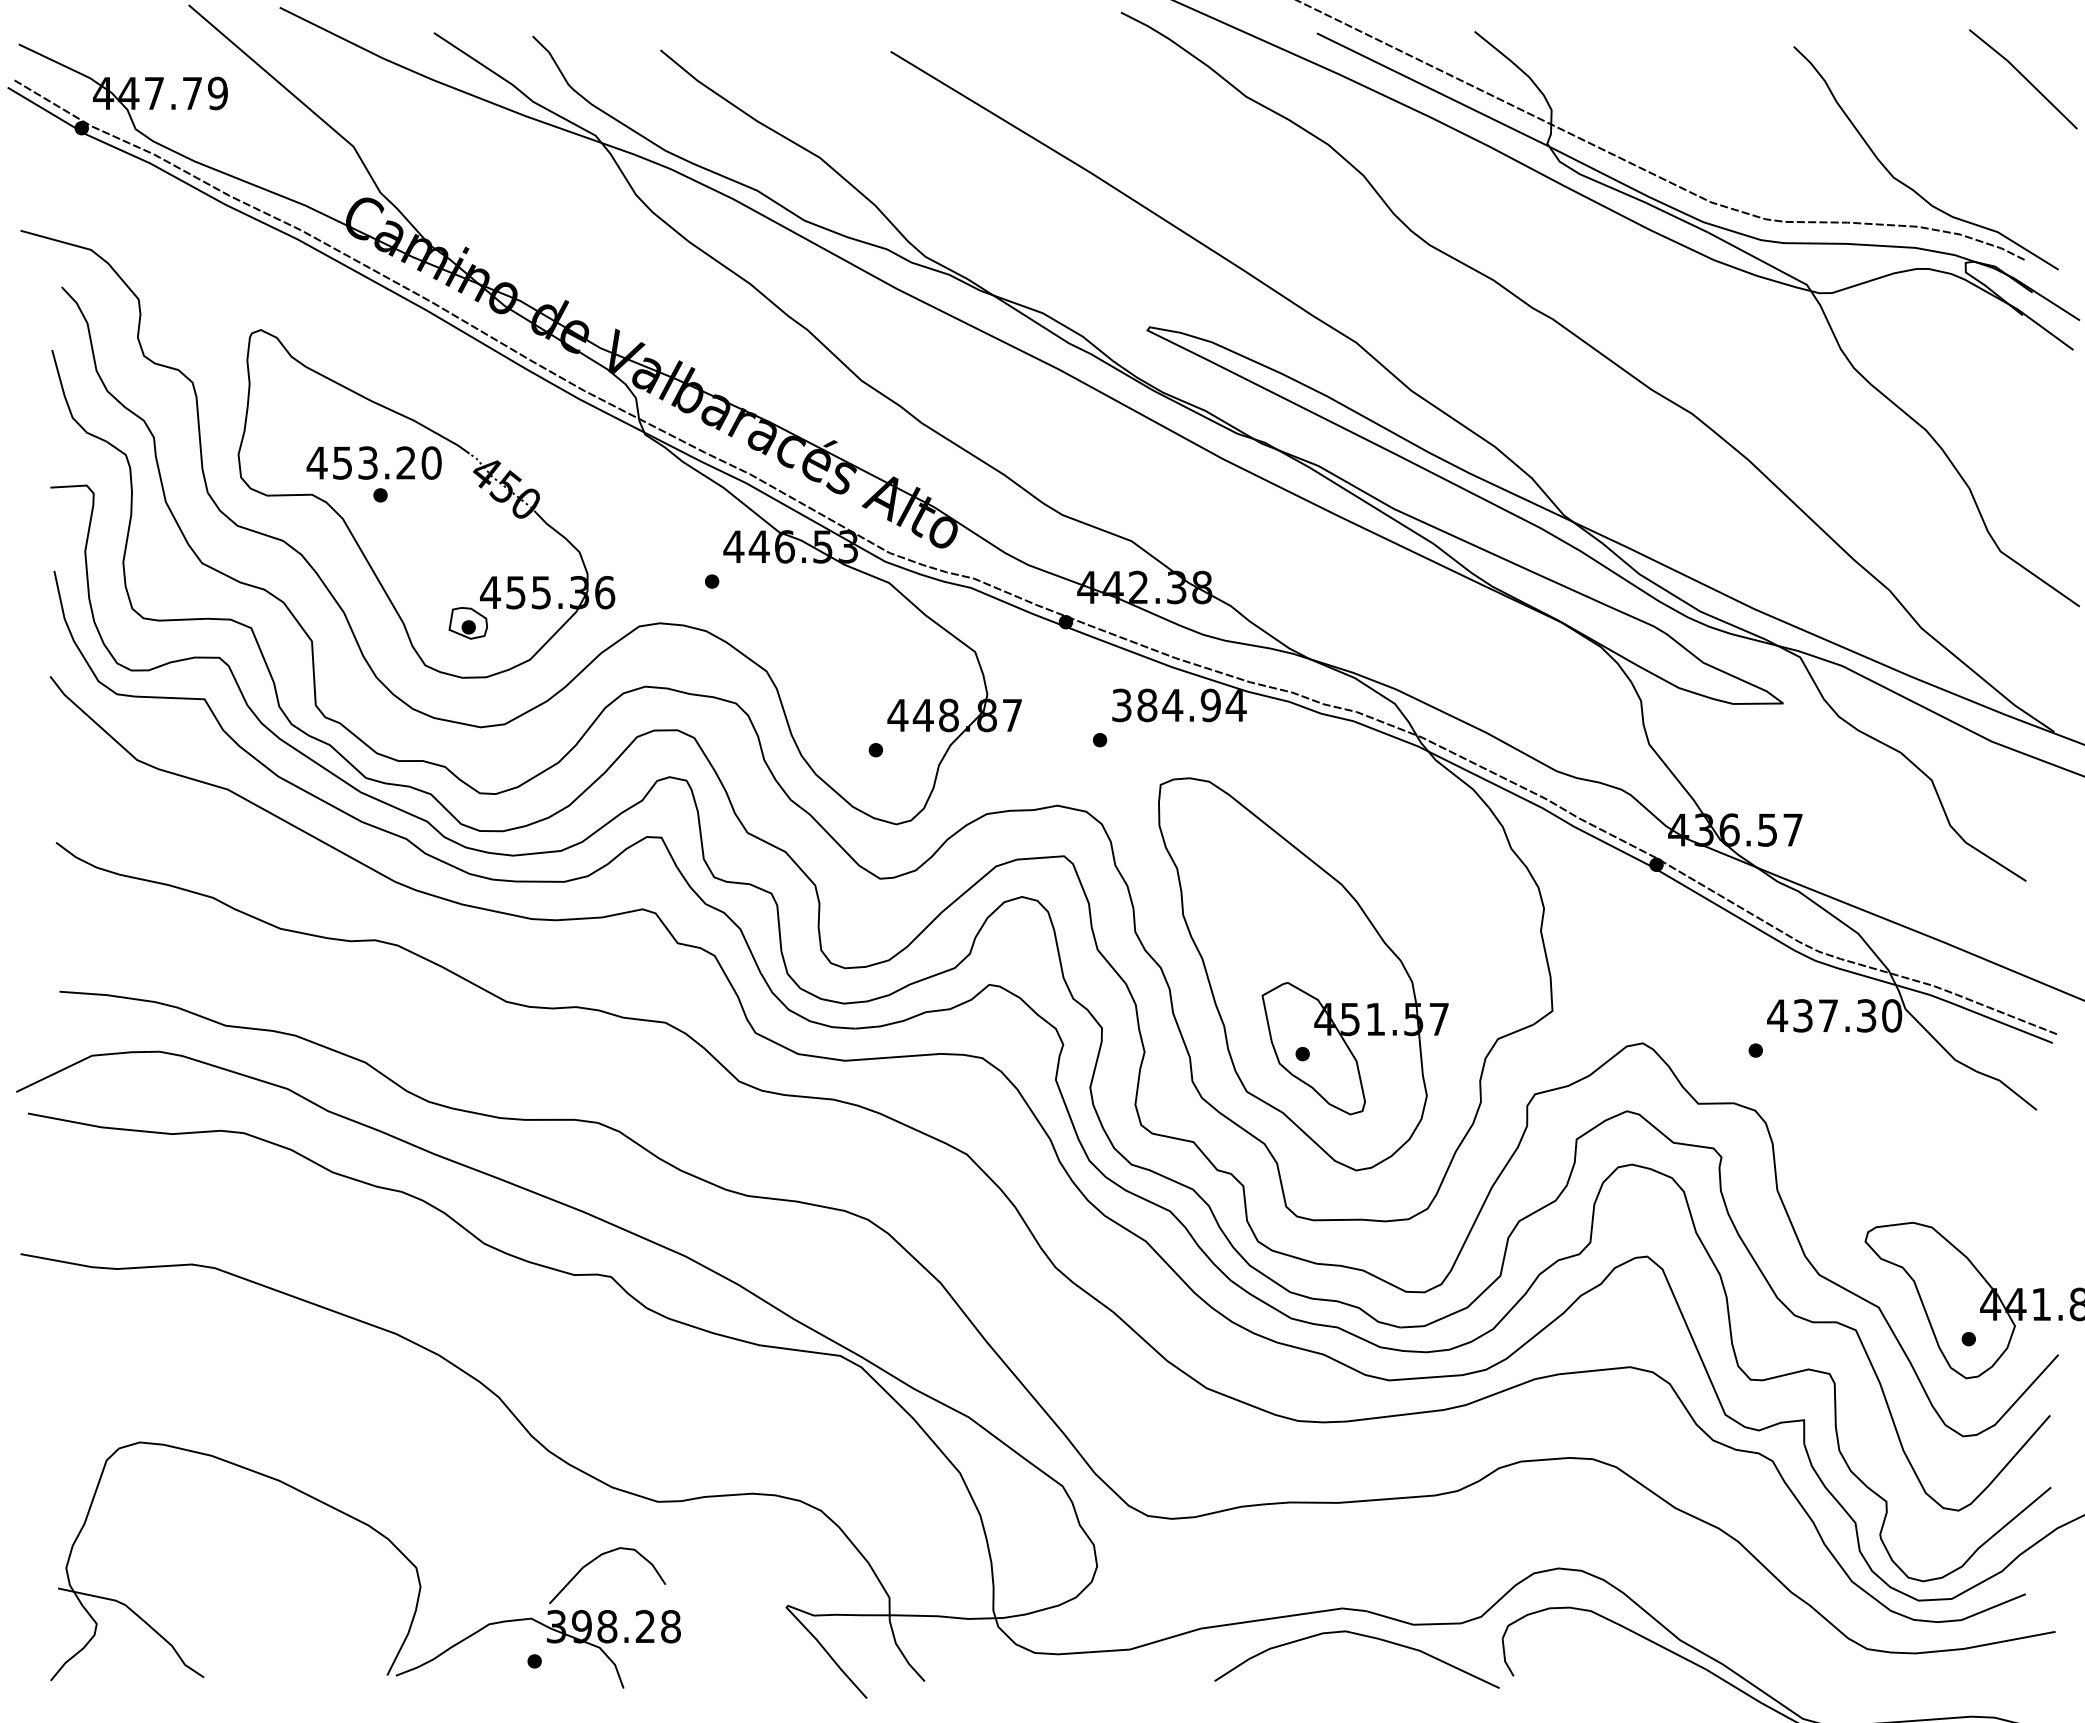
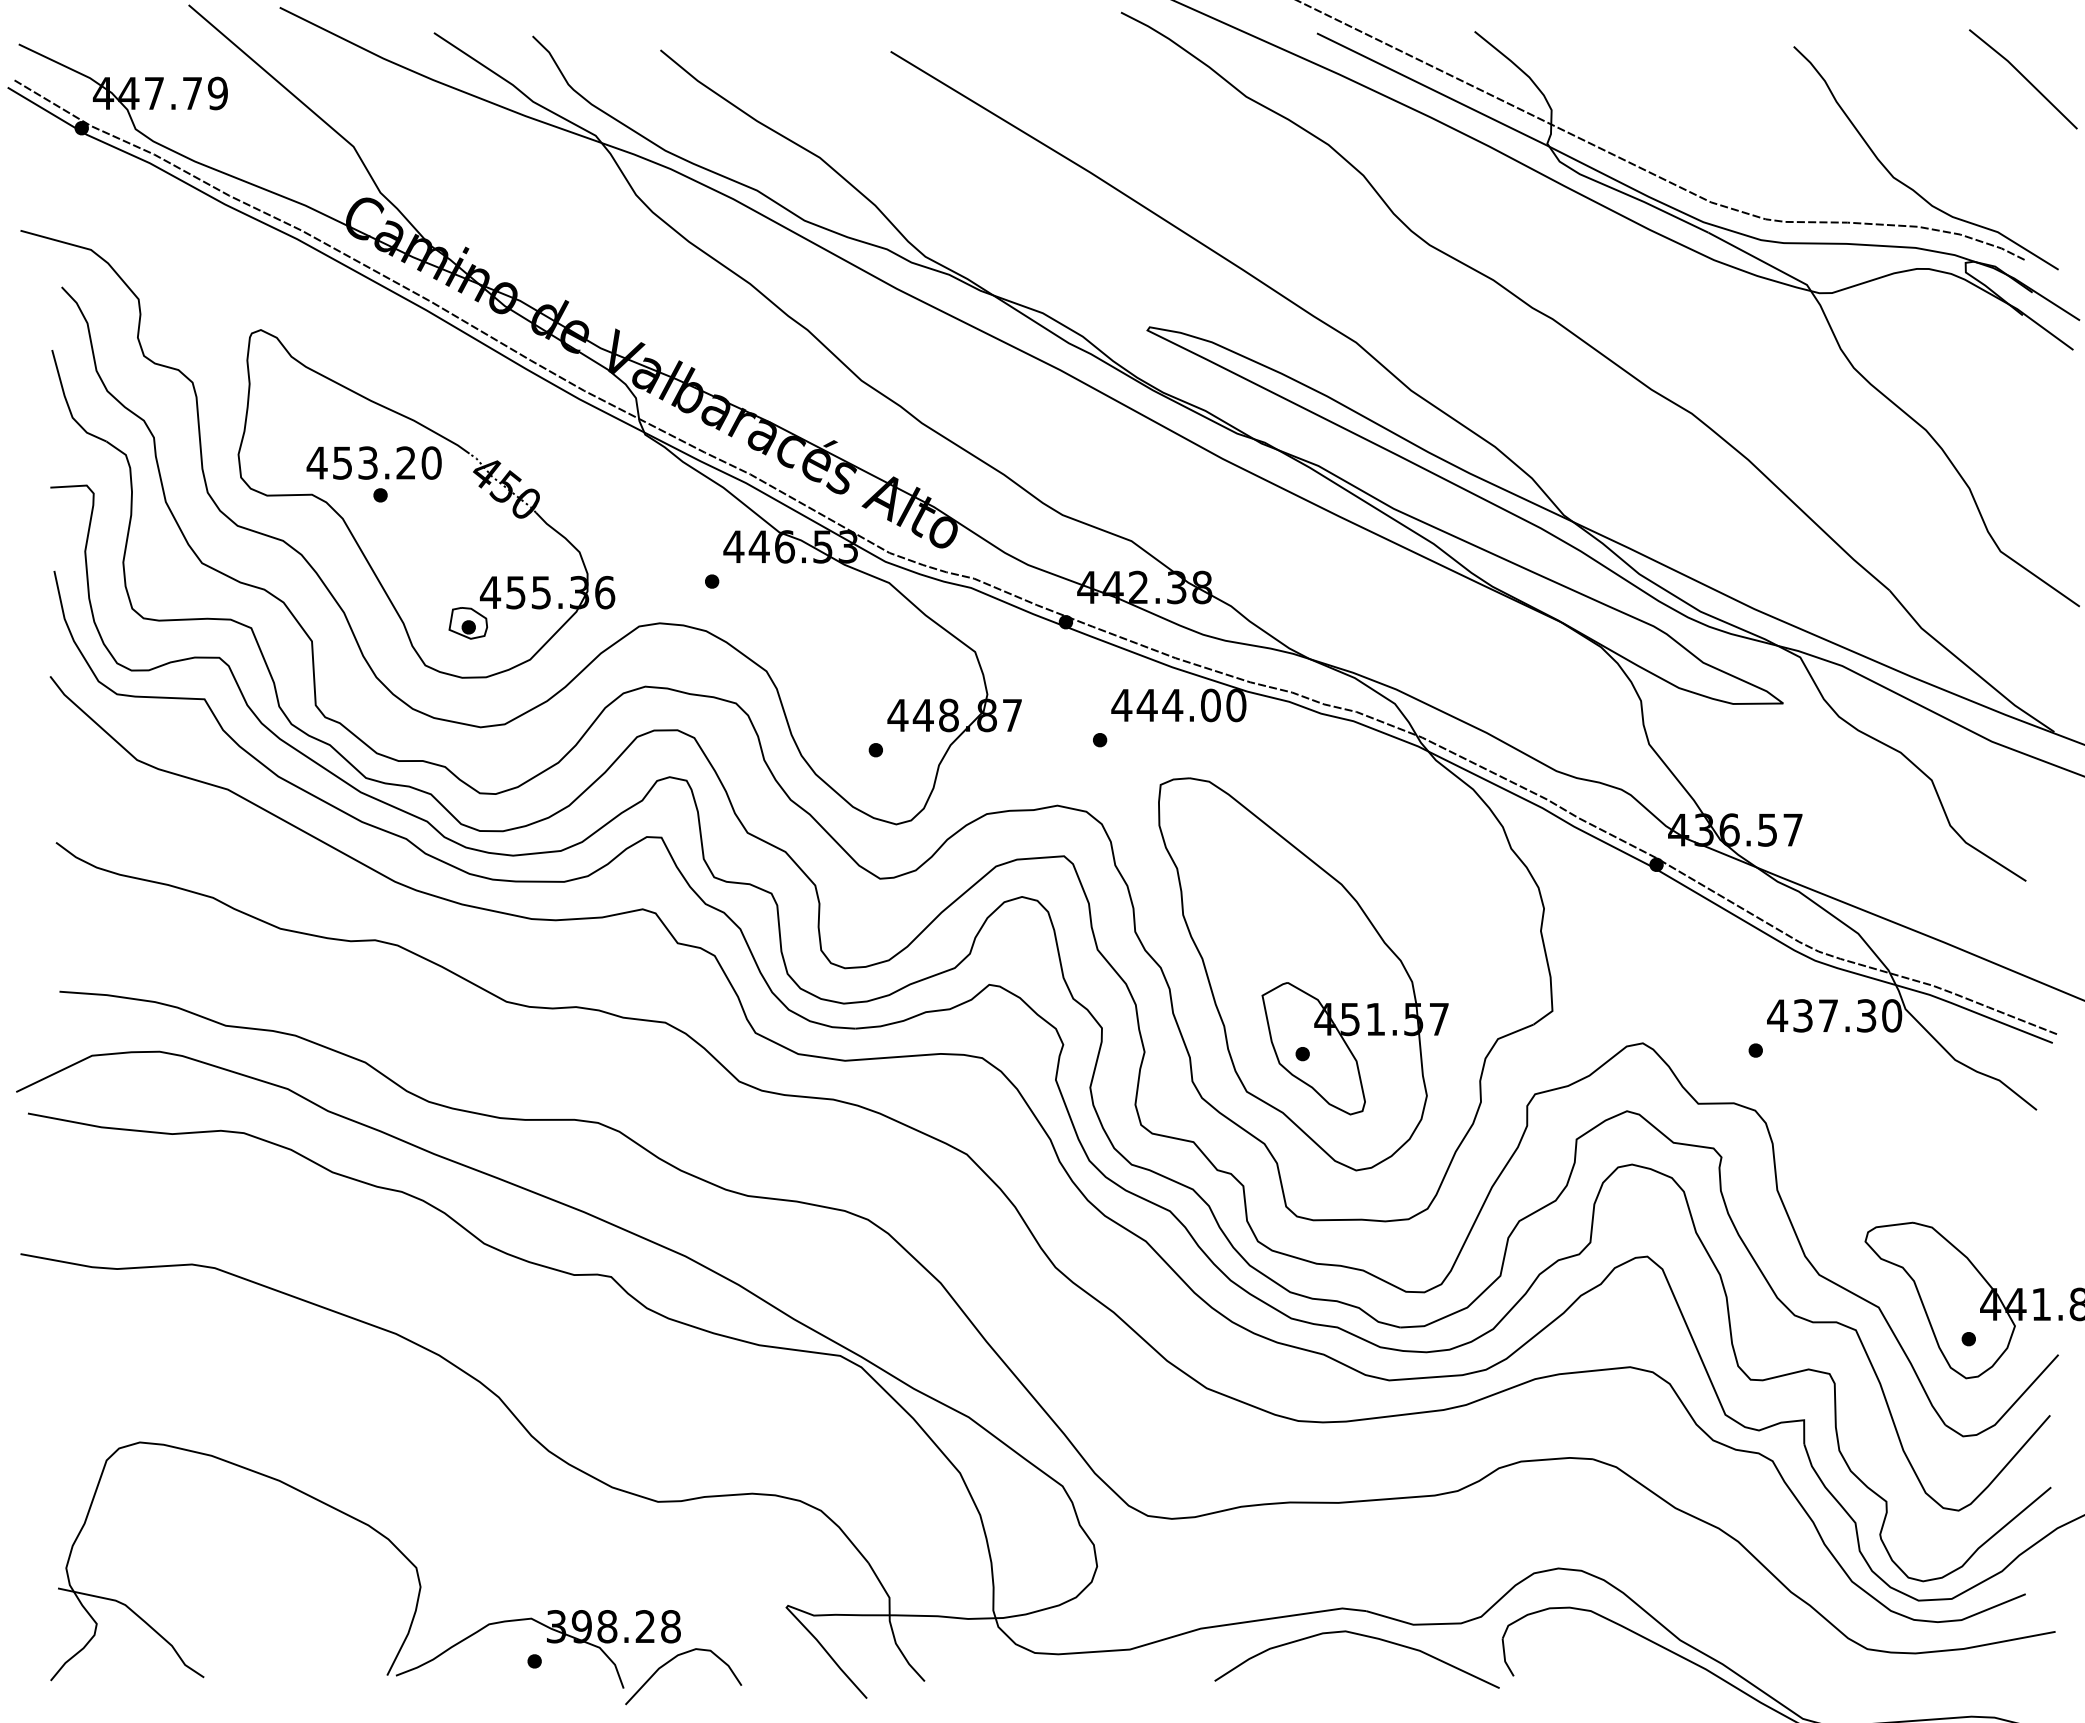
text at (1178, 705): 384.94 -> 444.00
curve at (596, 1559) position: (596, 1559) -> (672, 1660)
